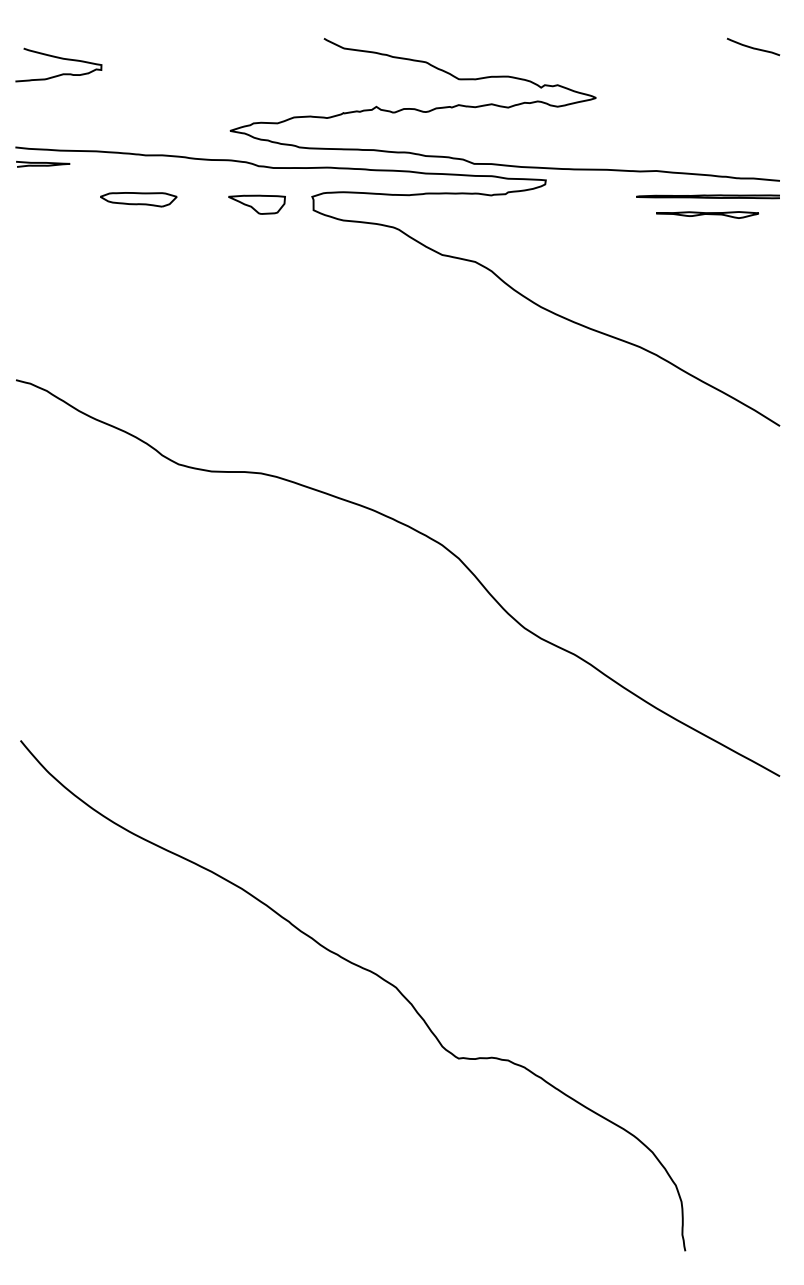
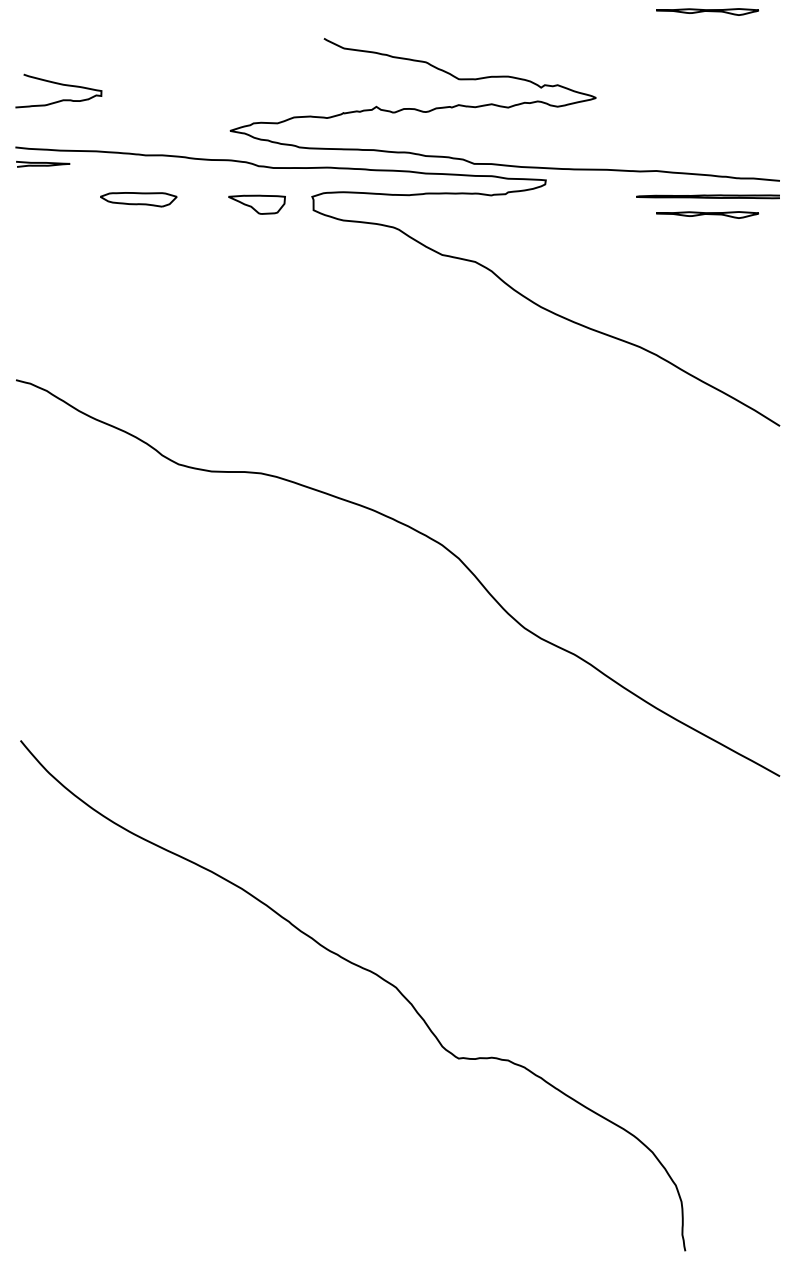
part at (707, 11): none -> present
curve at (753, 47): present -> none
curve at (61, 59) position: (61, 59) -> (61, 85)
